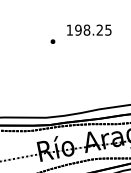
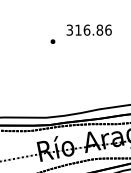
text at (88, 29): 198.25 -> 316.86
